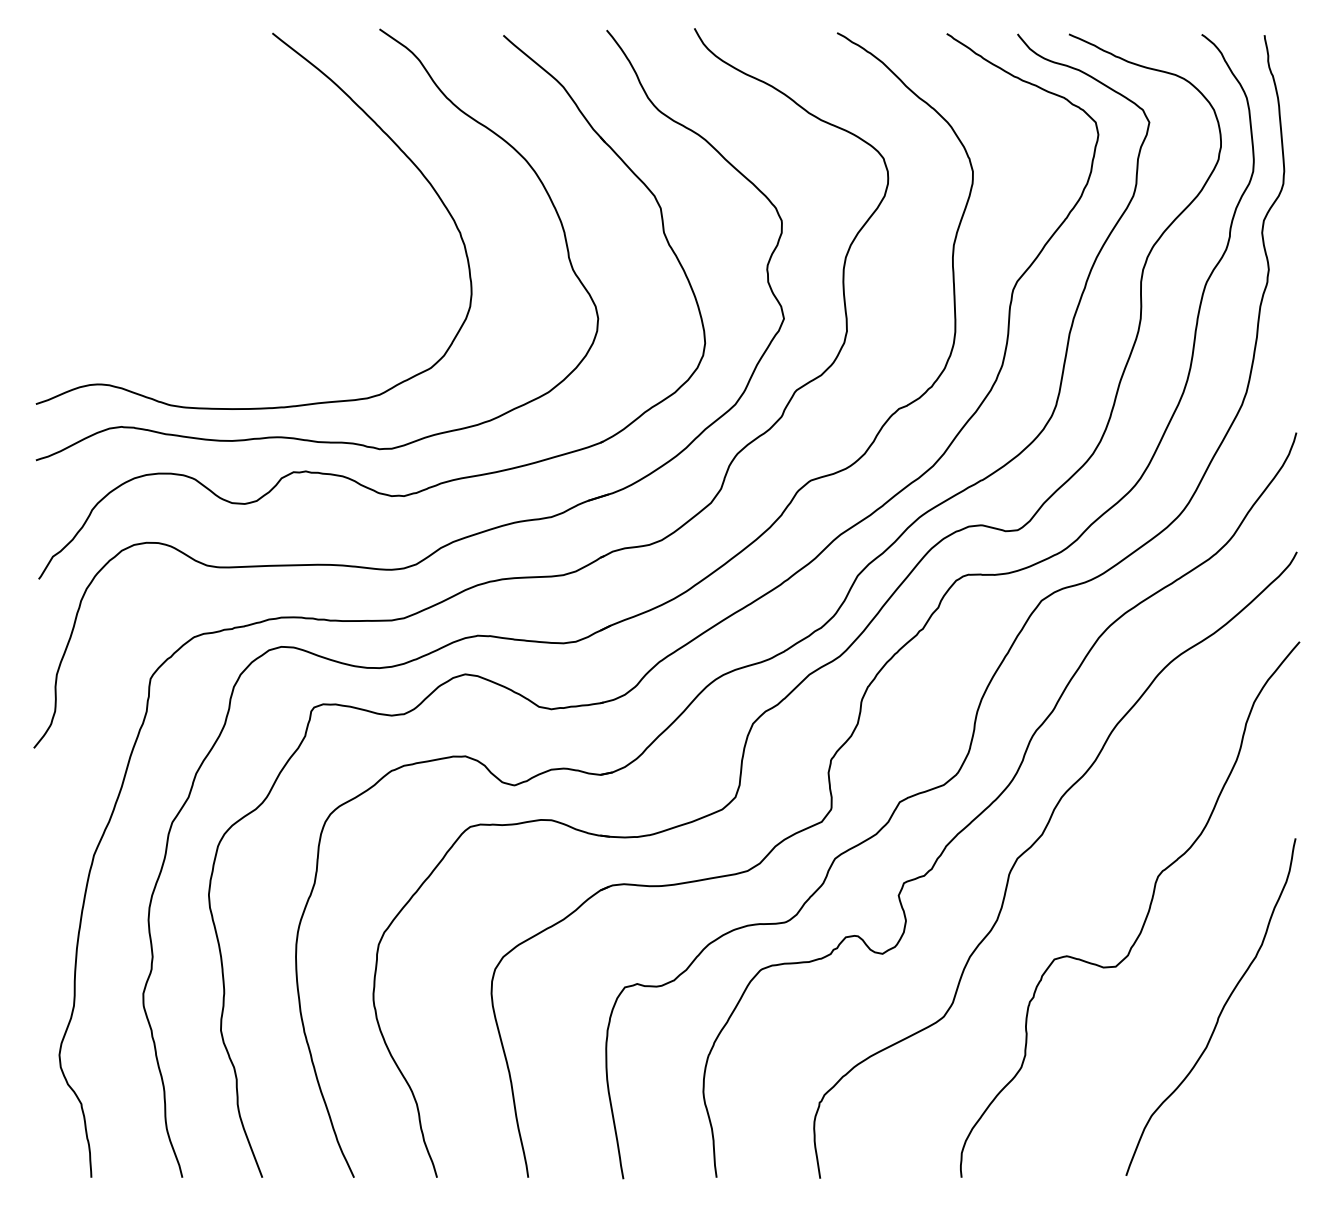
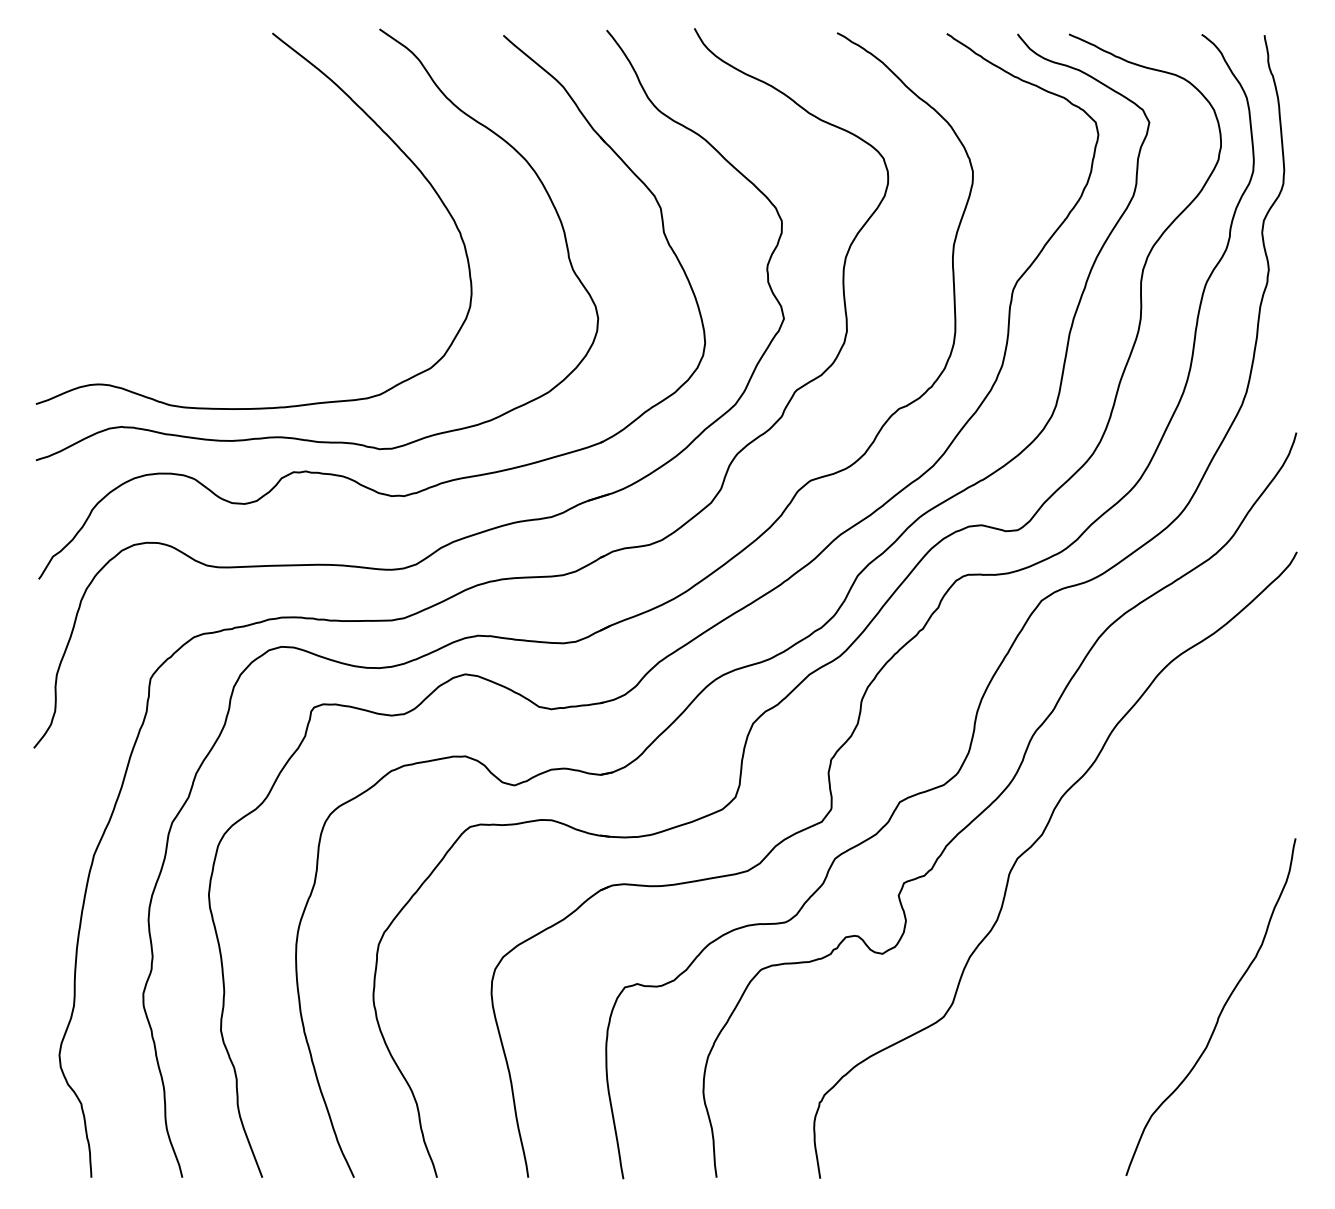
curve at (1146, 914): present -> none
